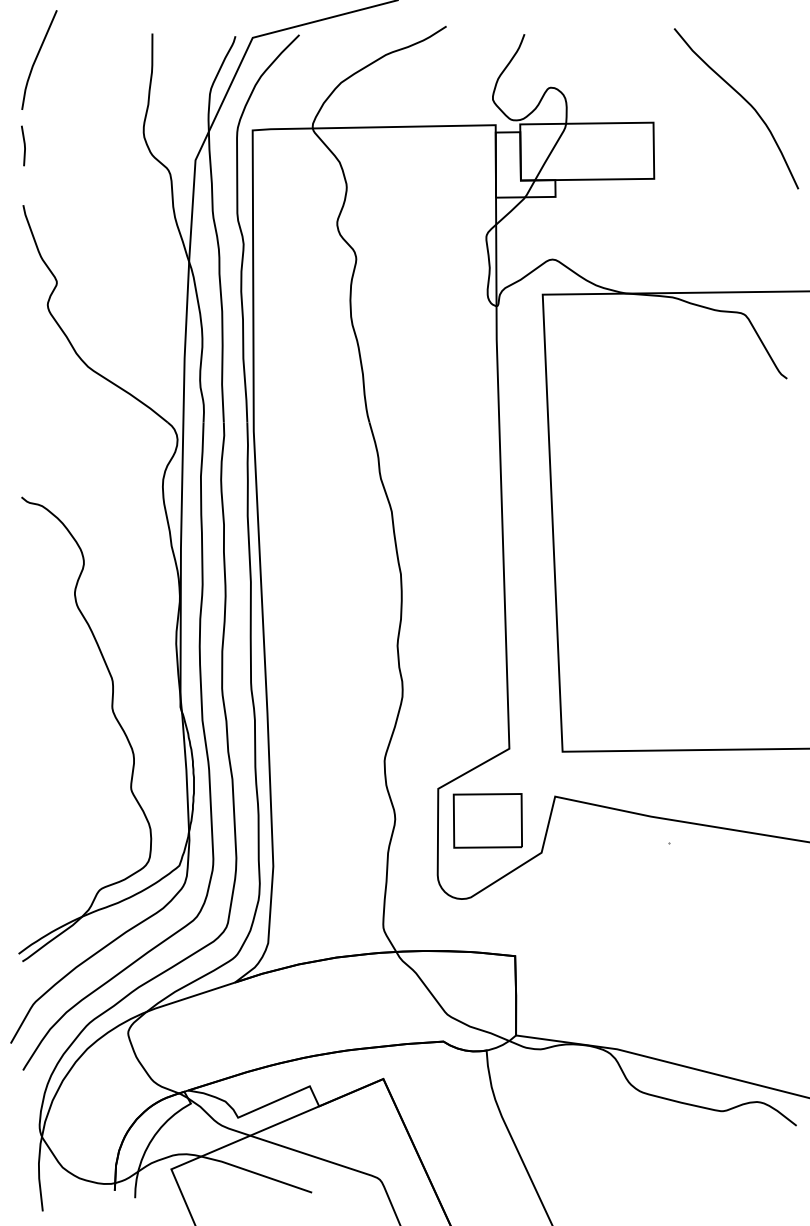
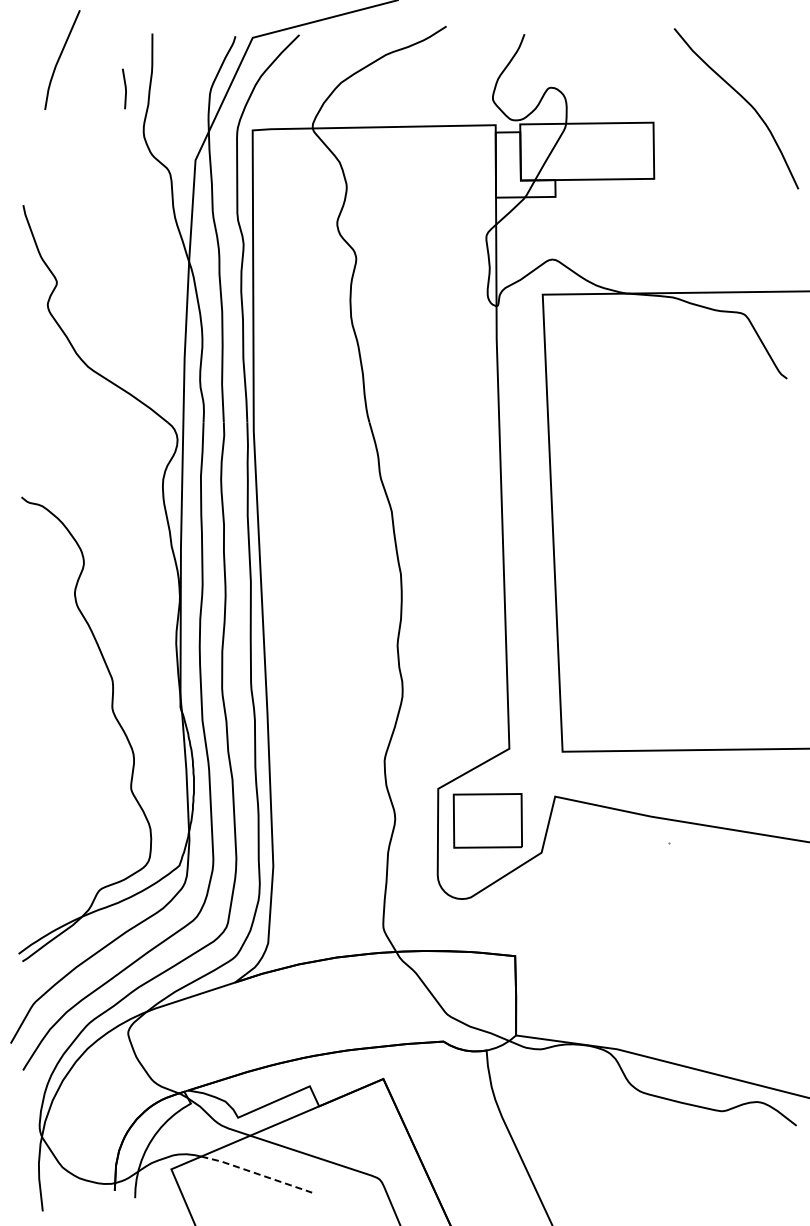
line at (37, 58) position: (37, 58) -> (60, 58)
line at (23, 144) position: (23, 144) -> (124, 87)
line at (256, 1173): solid -> dashed
